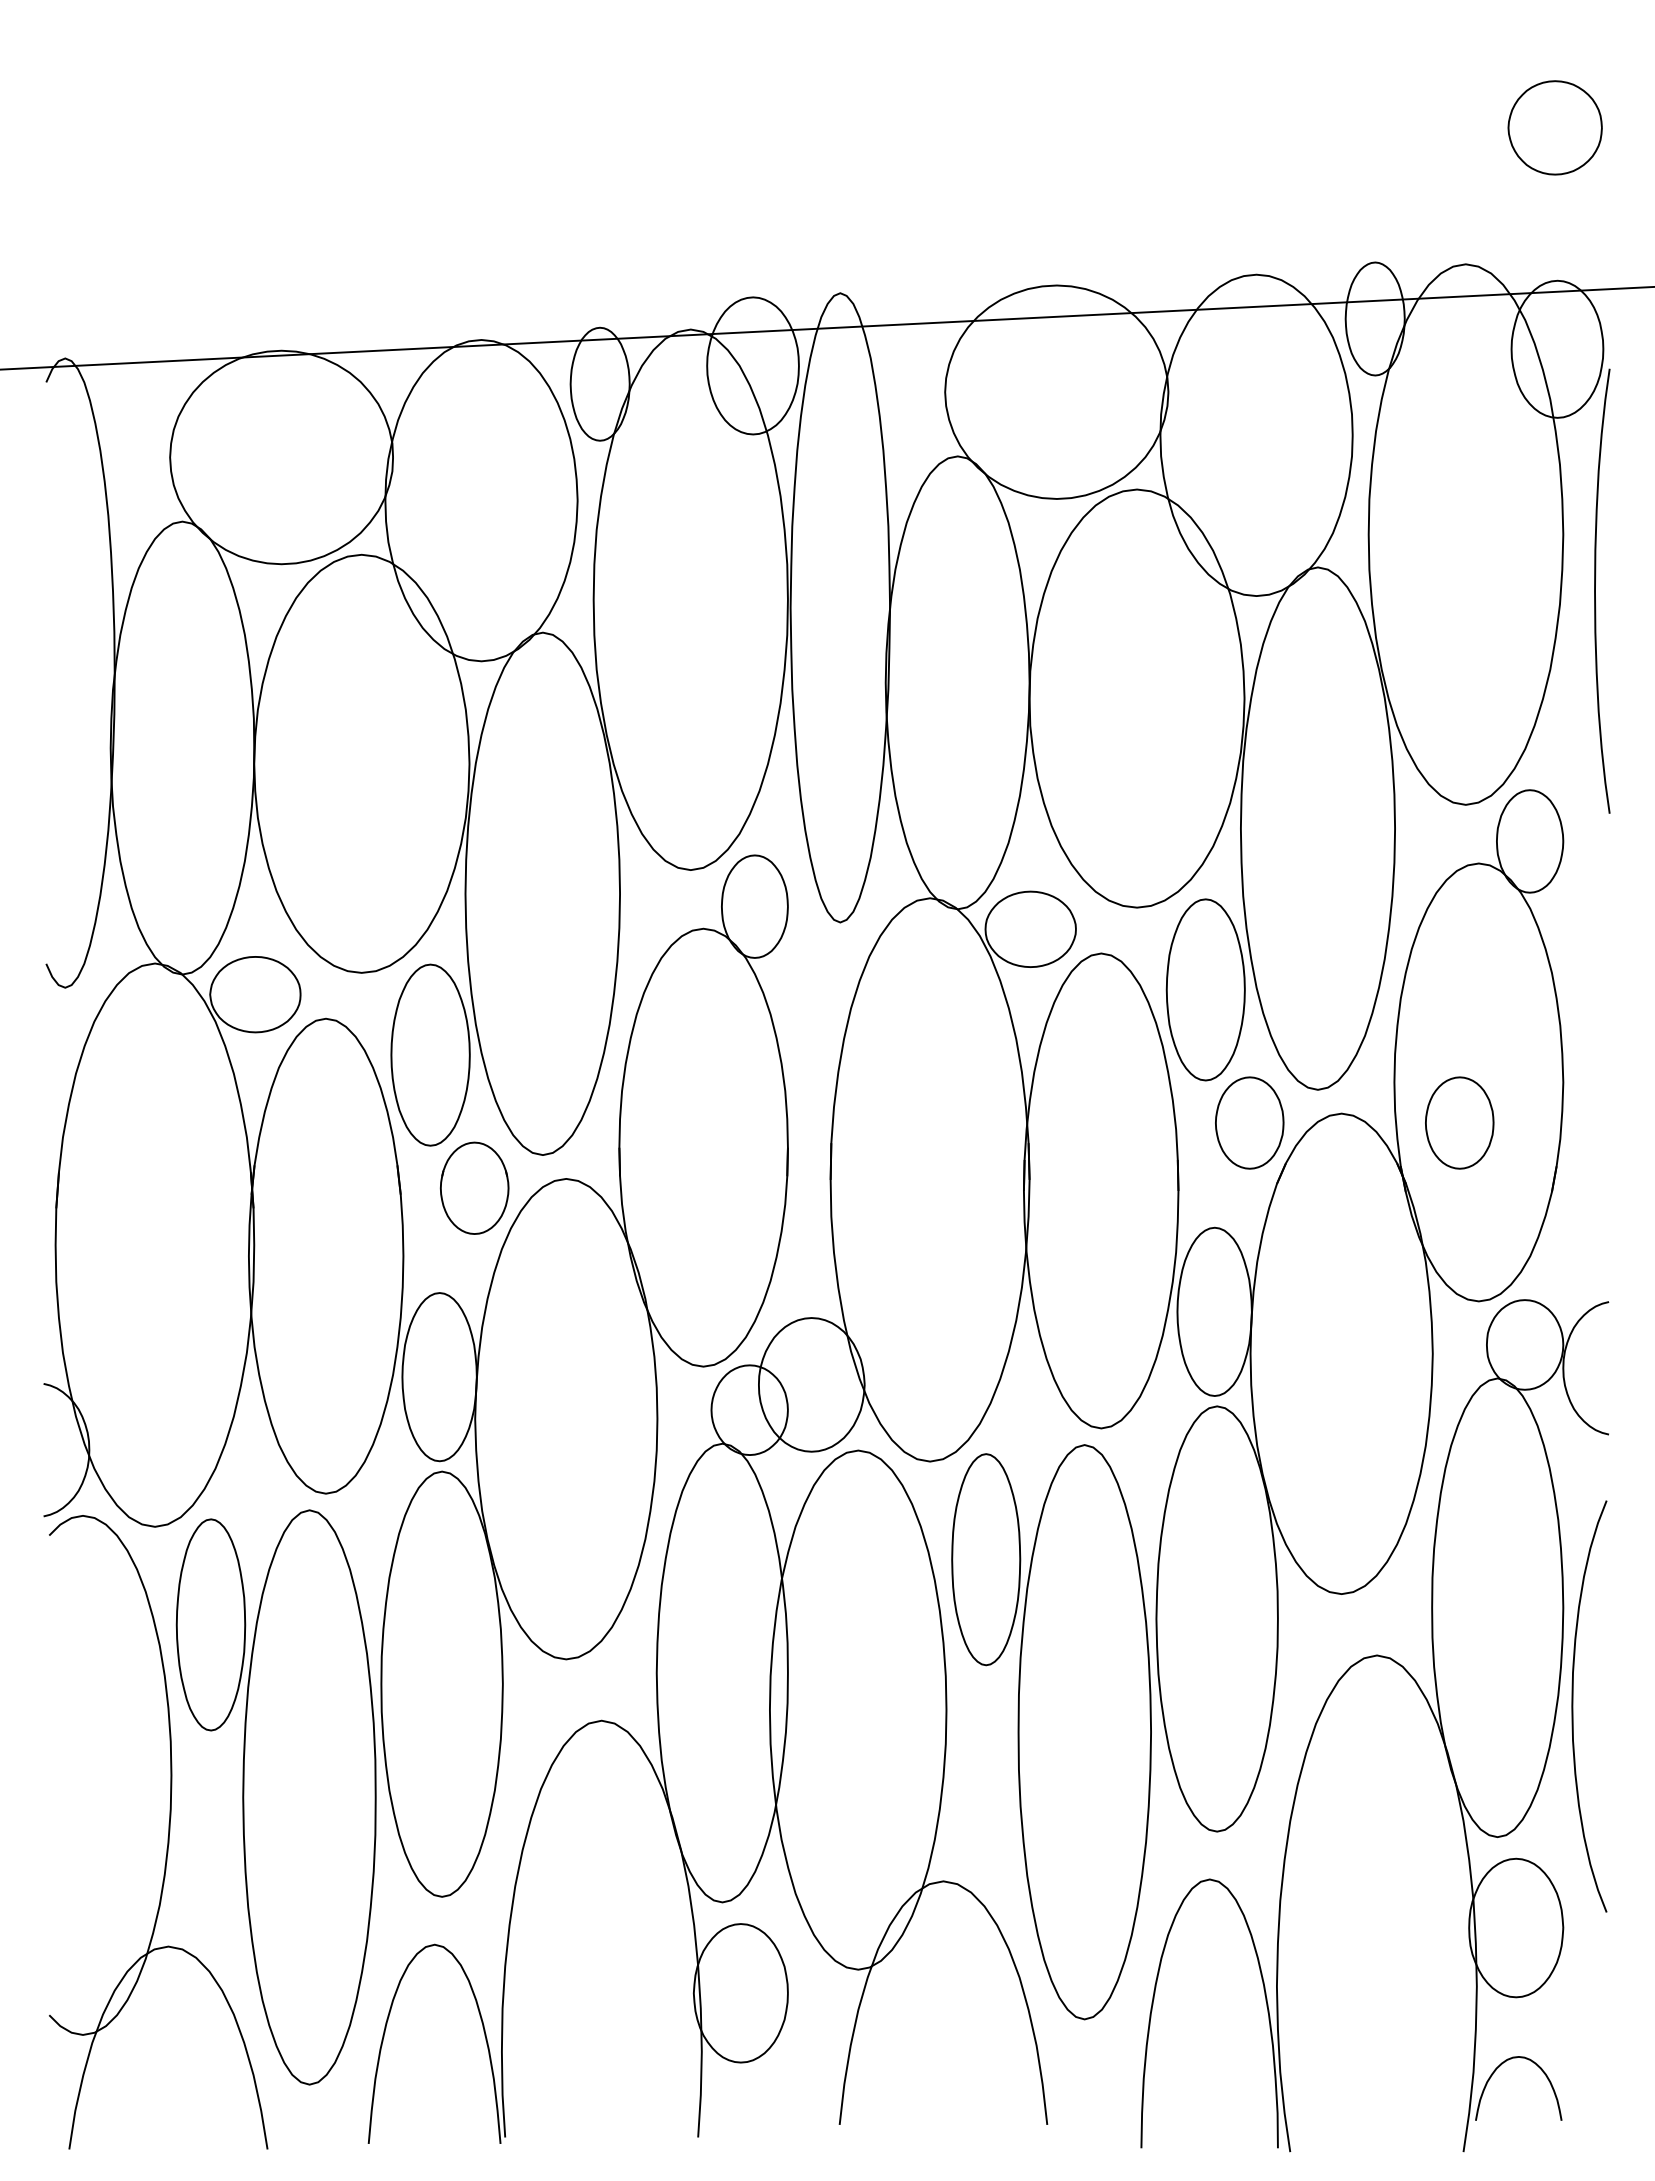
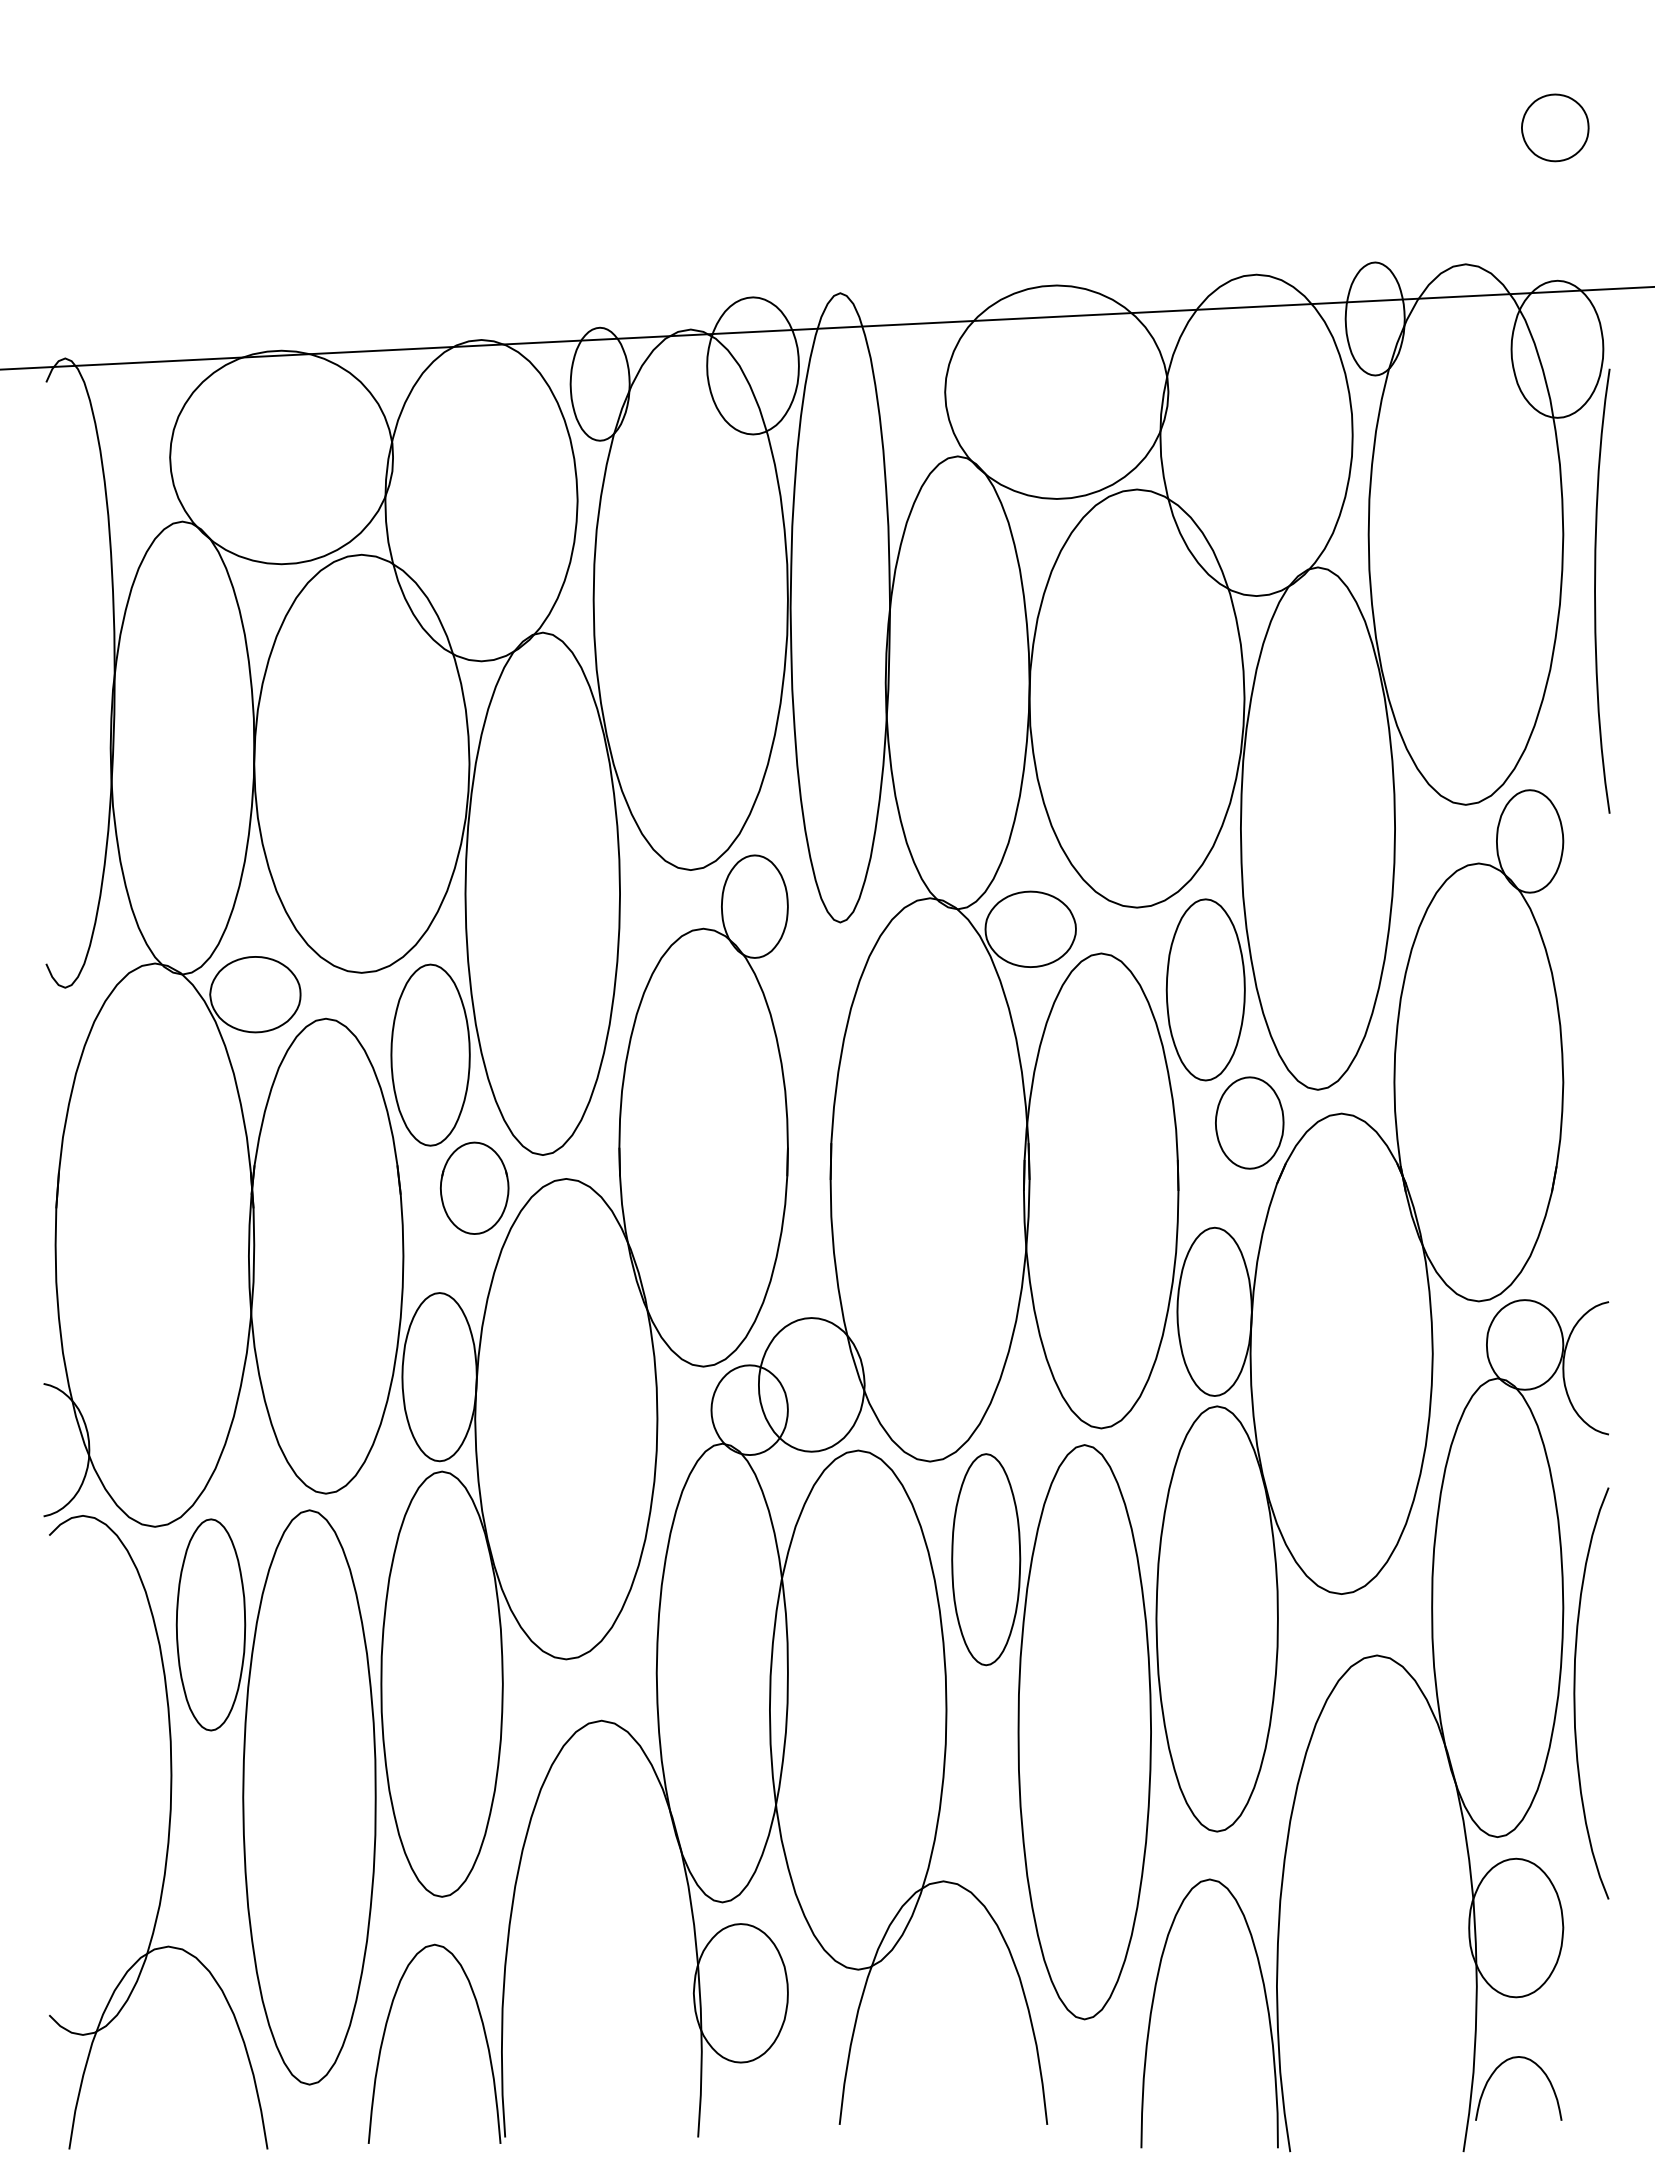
part at (1554, 127) size: 96x96 px -> 69x70 px
part at (1459, 1122): present -> none
curve at (1573, 1706) position: (1573, 1706) -> (1575, 1693)
